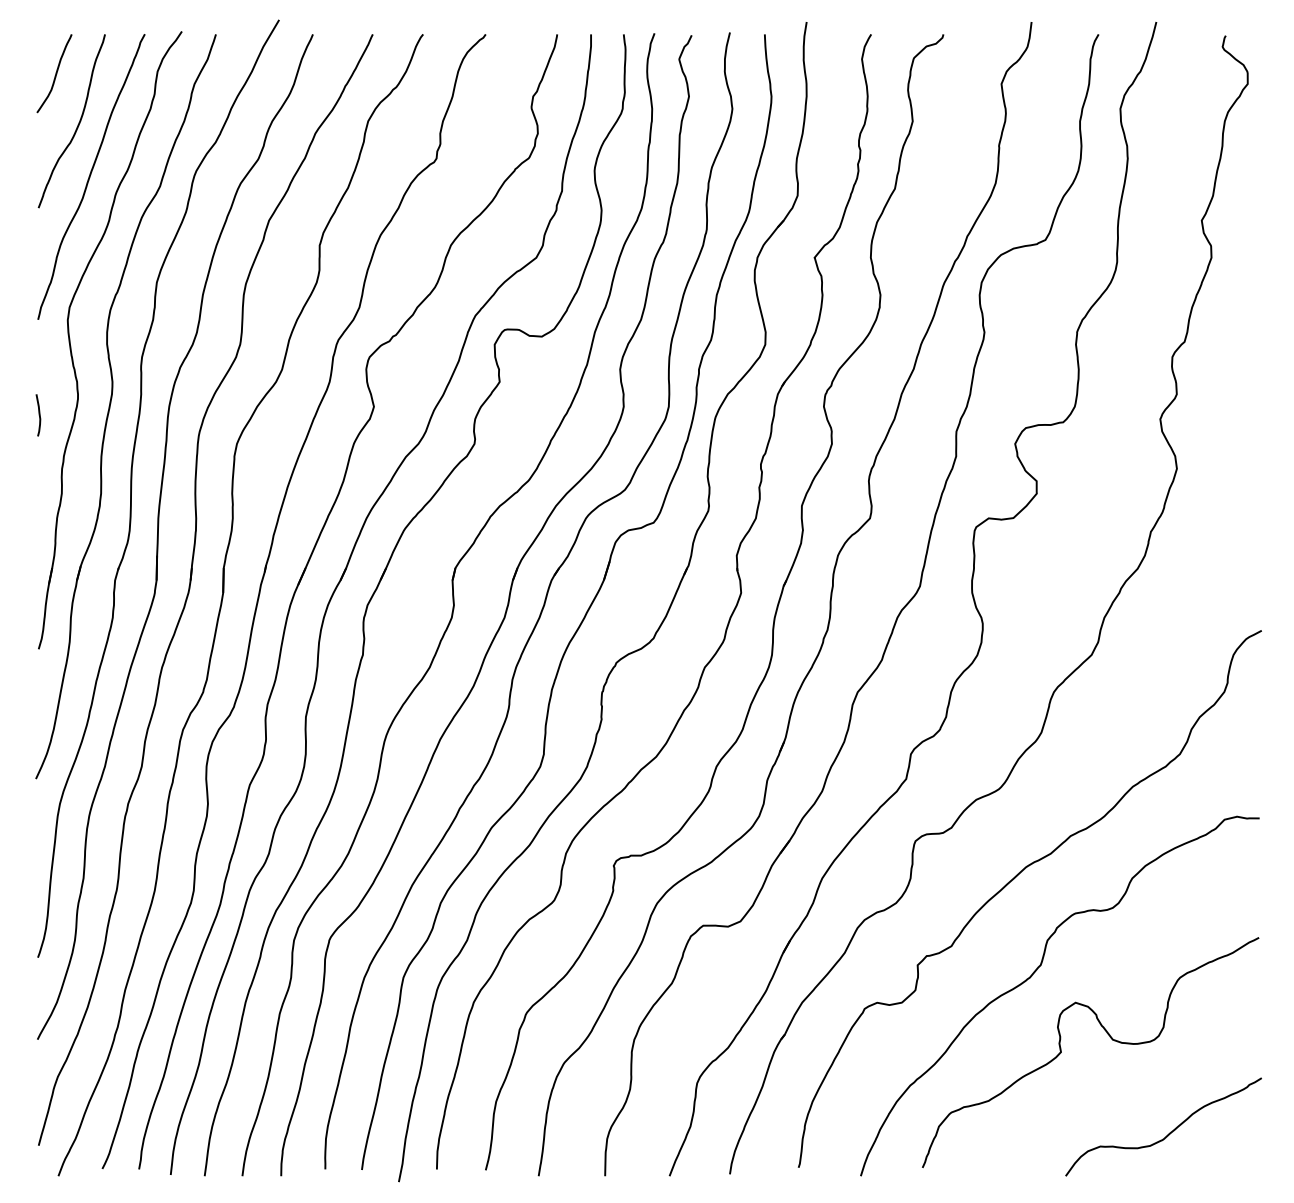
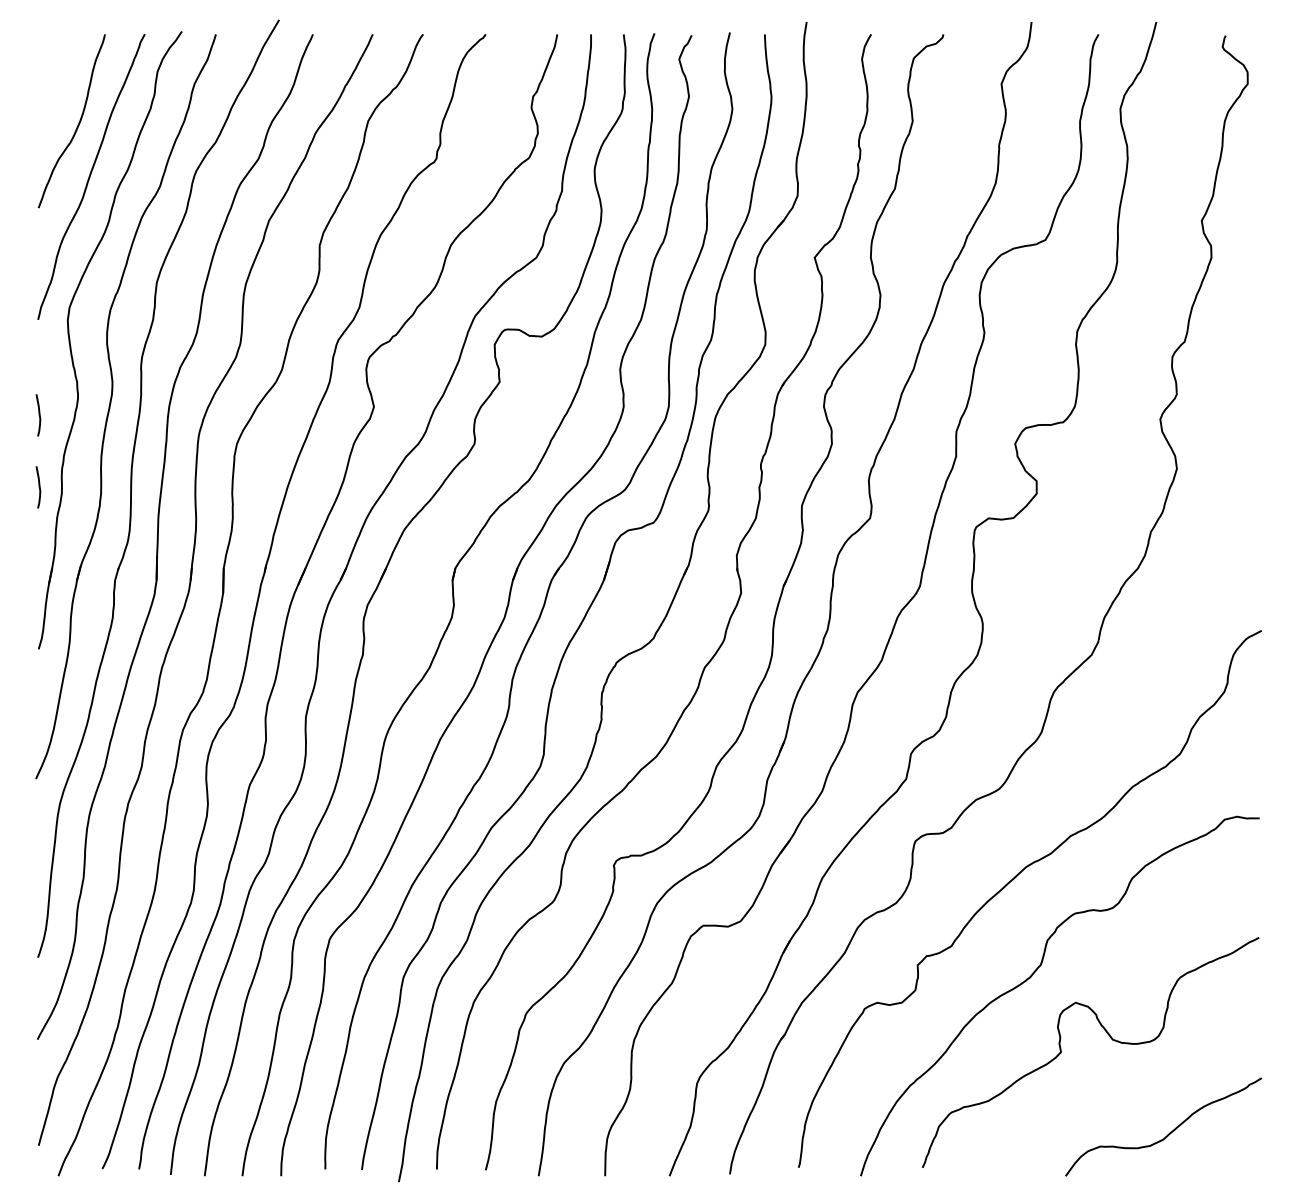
curve at (55, 73): present -> none
curve at (38, 487): none -> present
